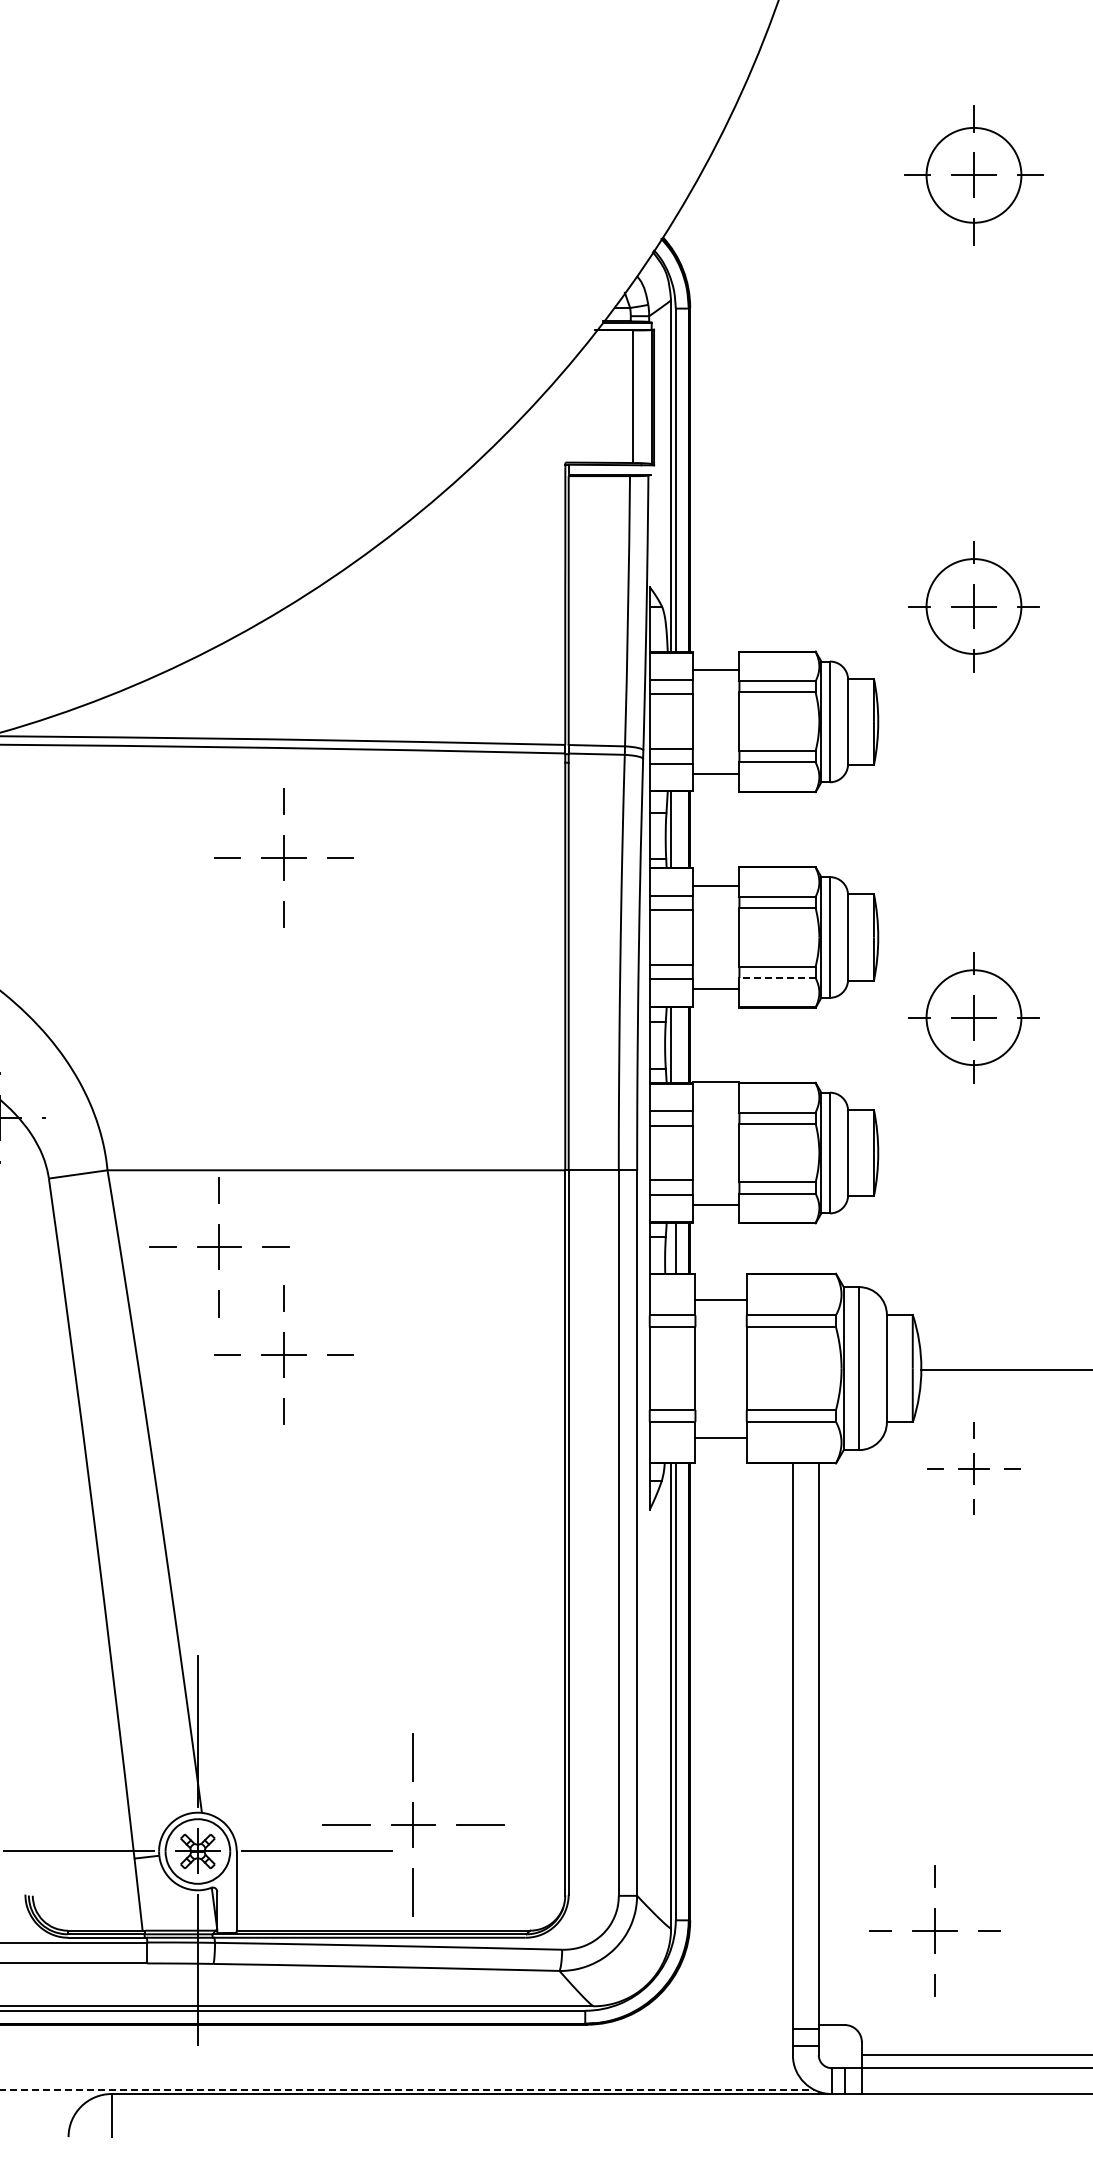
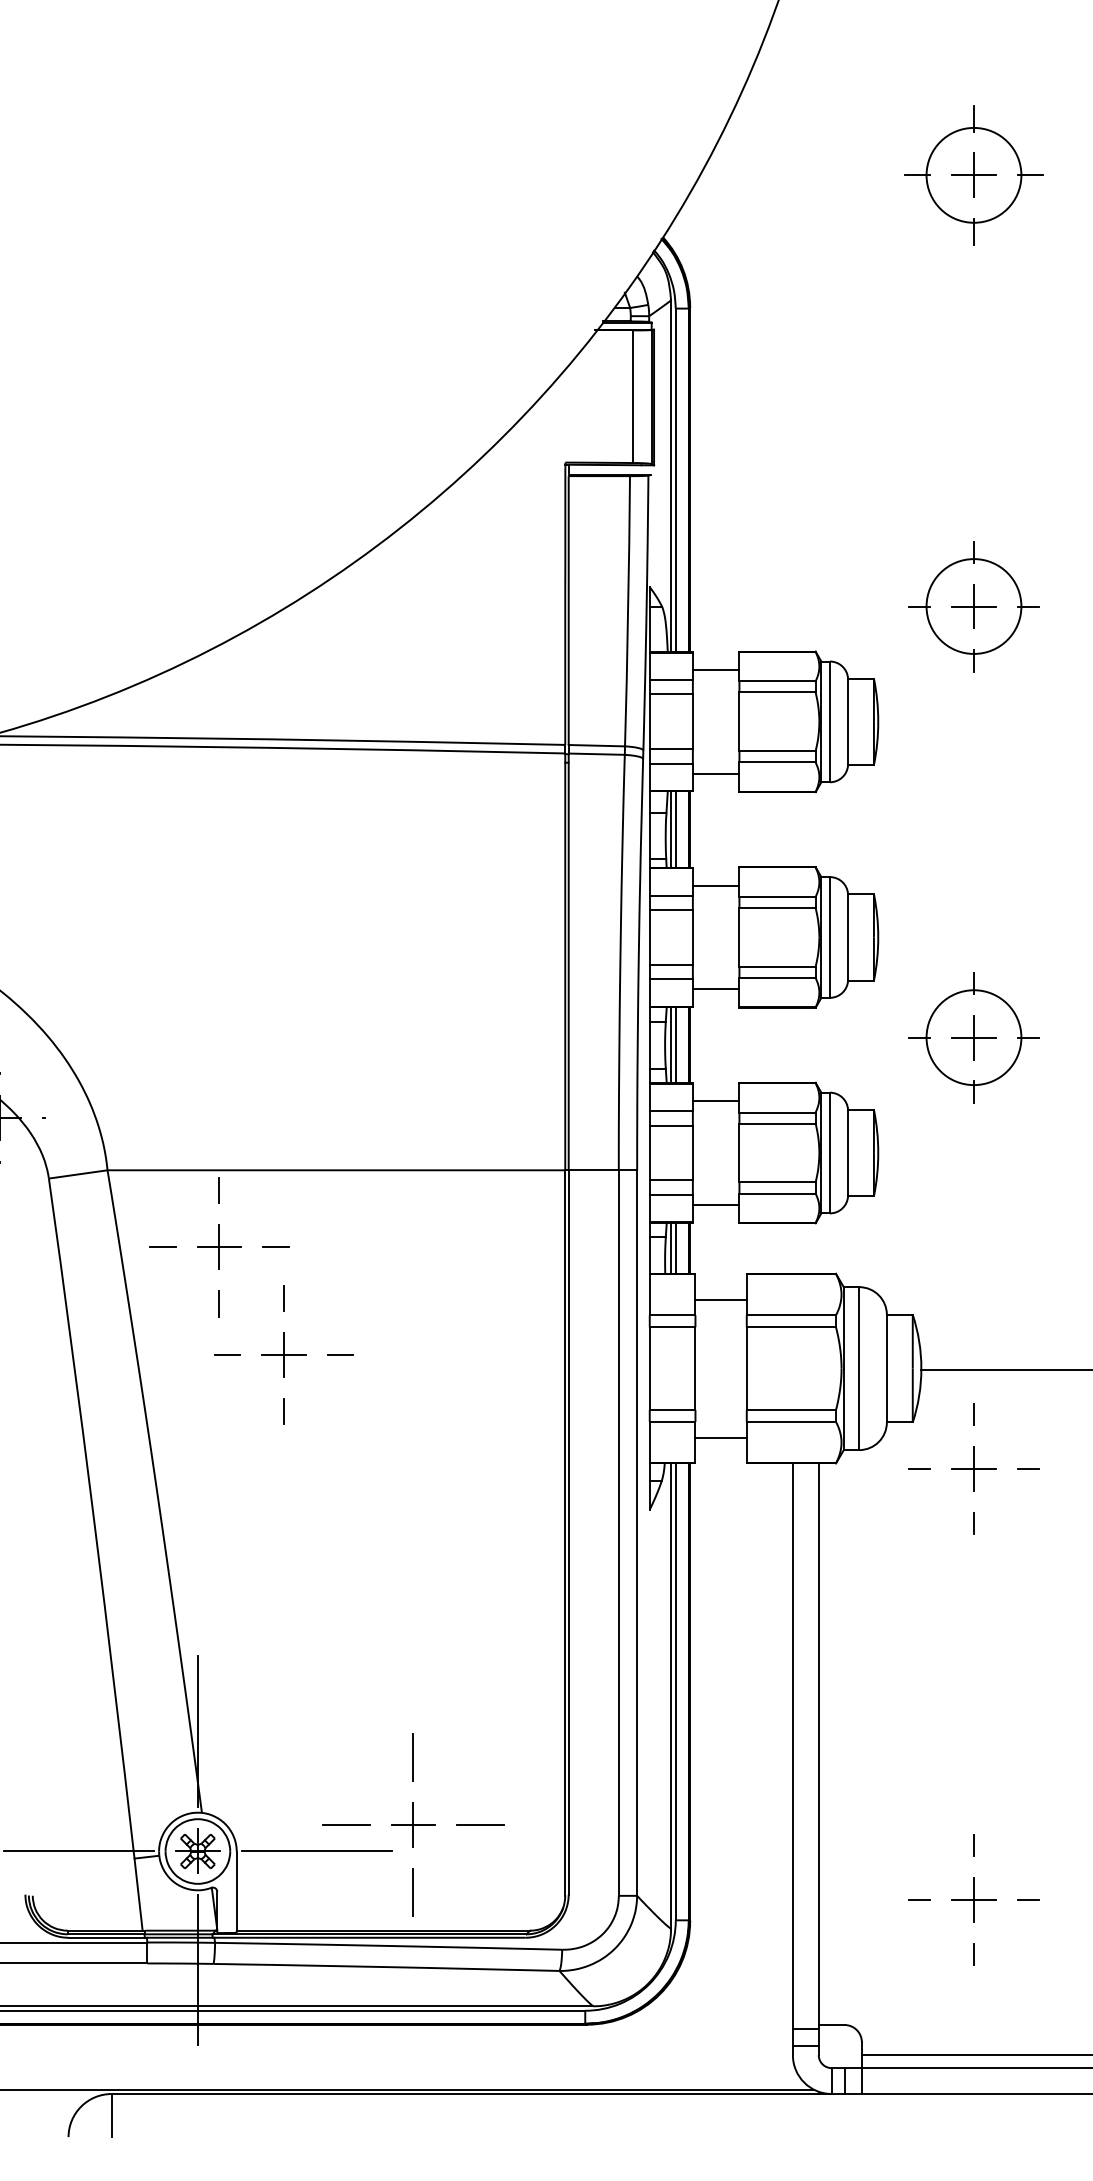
line at (675, 829): none -> present
part at (283, 857): present -> none
line at (777, 978): dashed -> solid
part at (973, 1017) position: (973, 1017) -> (973, 1037)
line at (675, 1045): none -> present
line at (715, 1082) position: (715, 1082) -> (715, 1101)
line at (671, 1247): none -> present
part at (973, 1468) size: 94x93 px -> 132x132 px
part at (934, 1930) position: (934, 1930) -> (973, 1899)
line at (407, 2089): dashed -> solid
